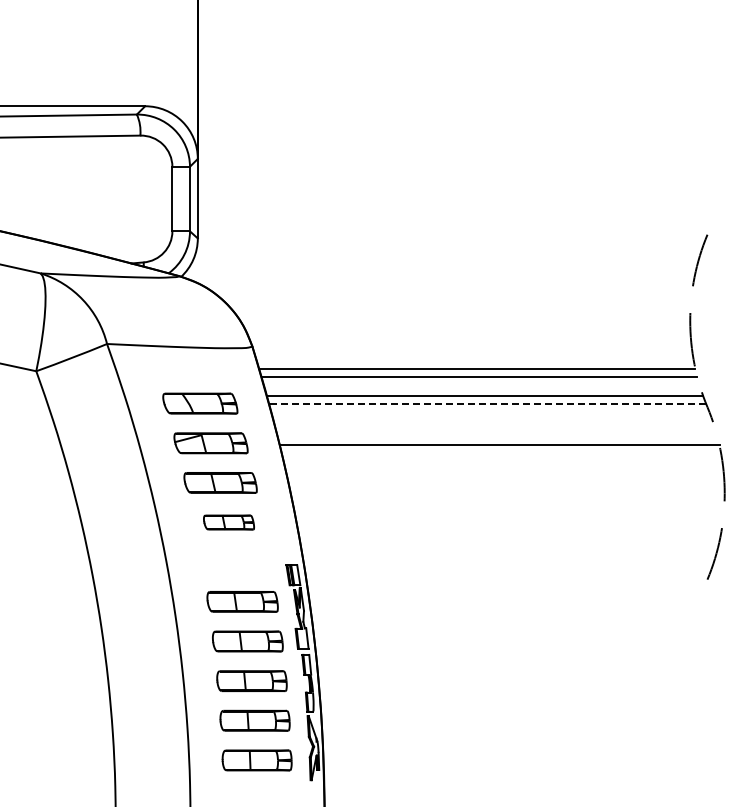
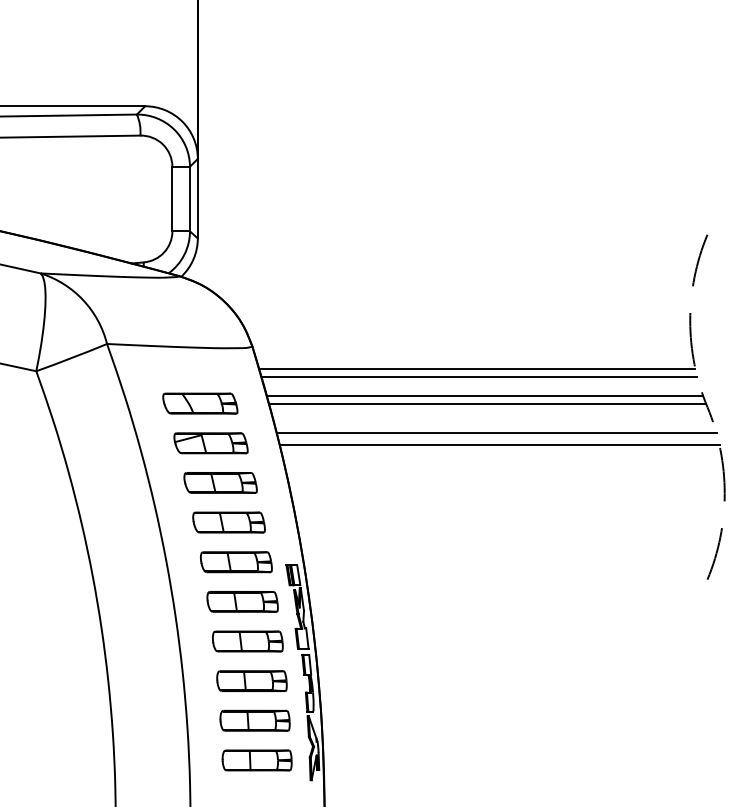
line at (487, 403): dashed -> solid
line at (496, 433): none -> present
part at (228, 522) size: 52x17 px -> 74x23 px
part at (236, 562): none -> present
